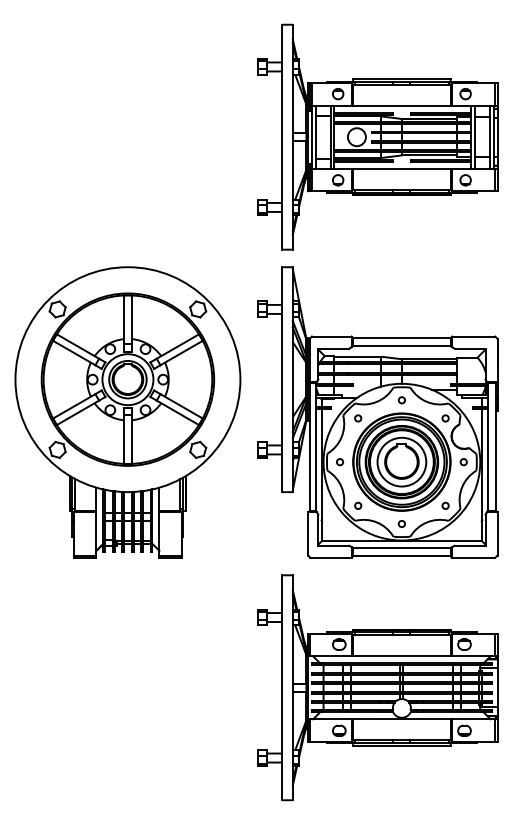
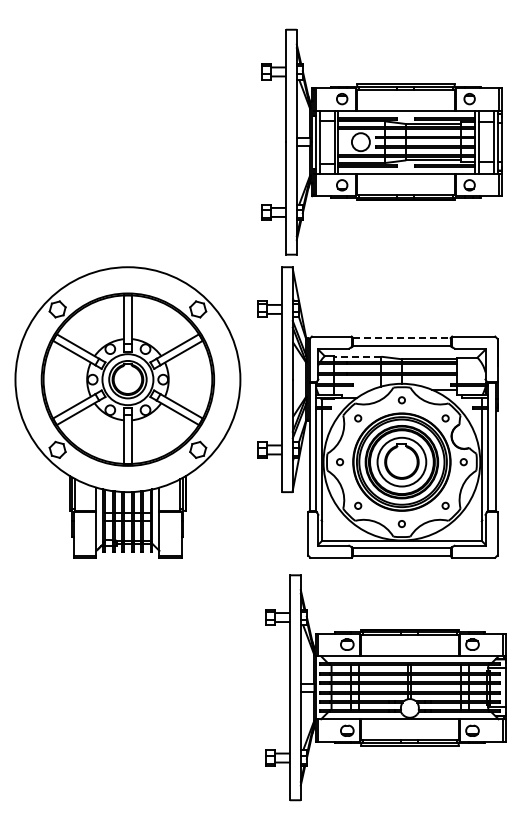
part at (377, 136) position: (377, 136) -> (381, 141)
line at (401, 338): solid -> dashed
line at (357, 356): solid -> dashed
part at (377, 687) position: (377, 687) -> (385, 687)
